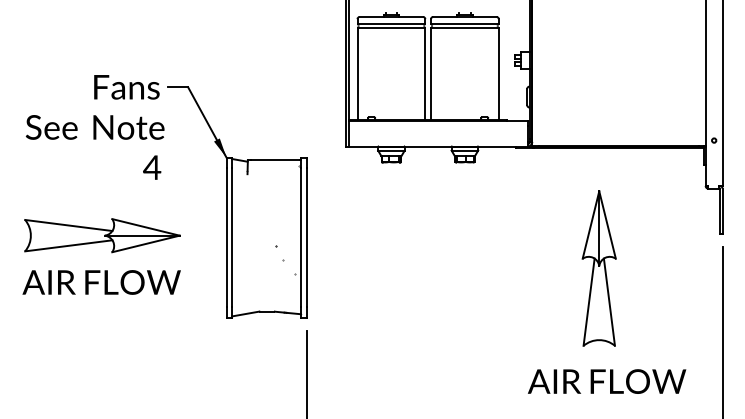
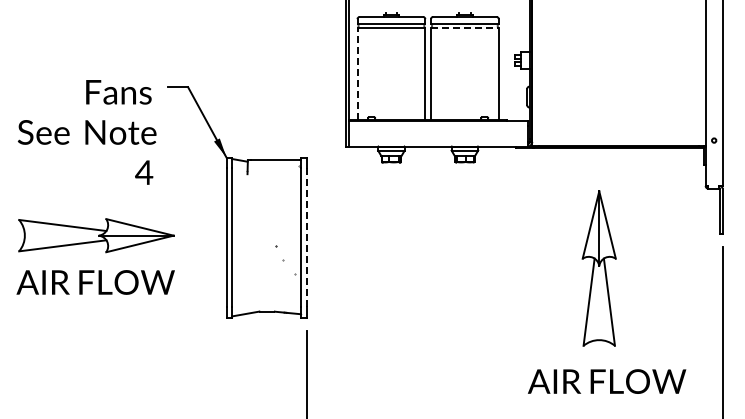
line at (464, 28): solid -> dashed
line at (357, 74): solid -> dashed
text at (94, 127) position: (94, 127) -> (86, 132)
line at (306, 237): solid -> dashed
part at (111, 253) position: (111, 253) -> (105, 253)
